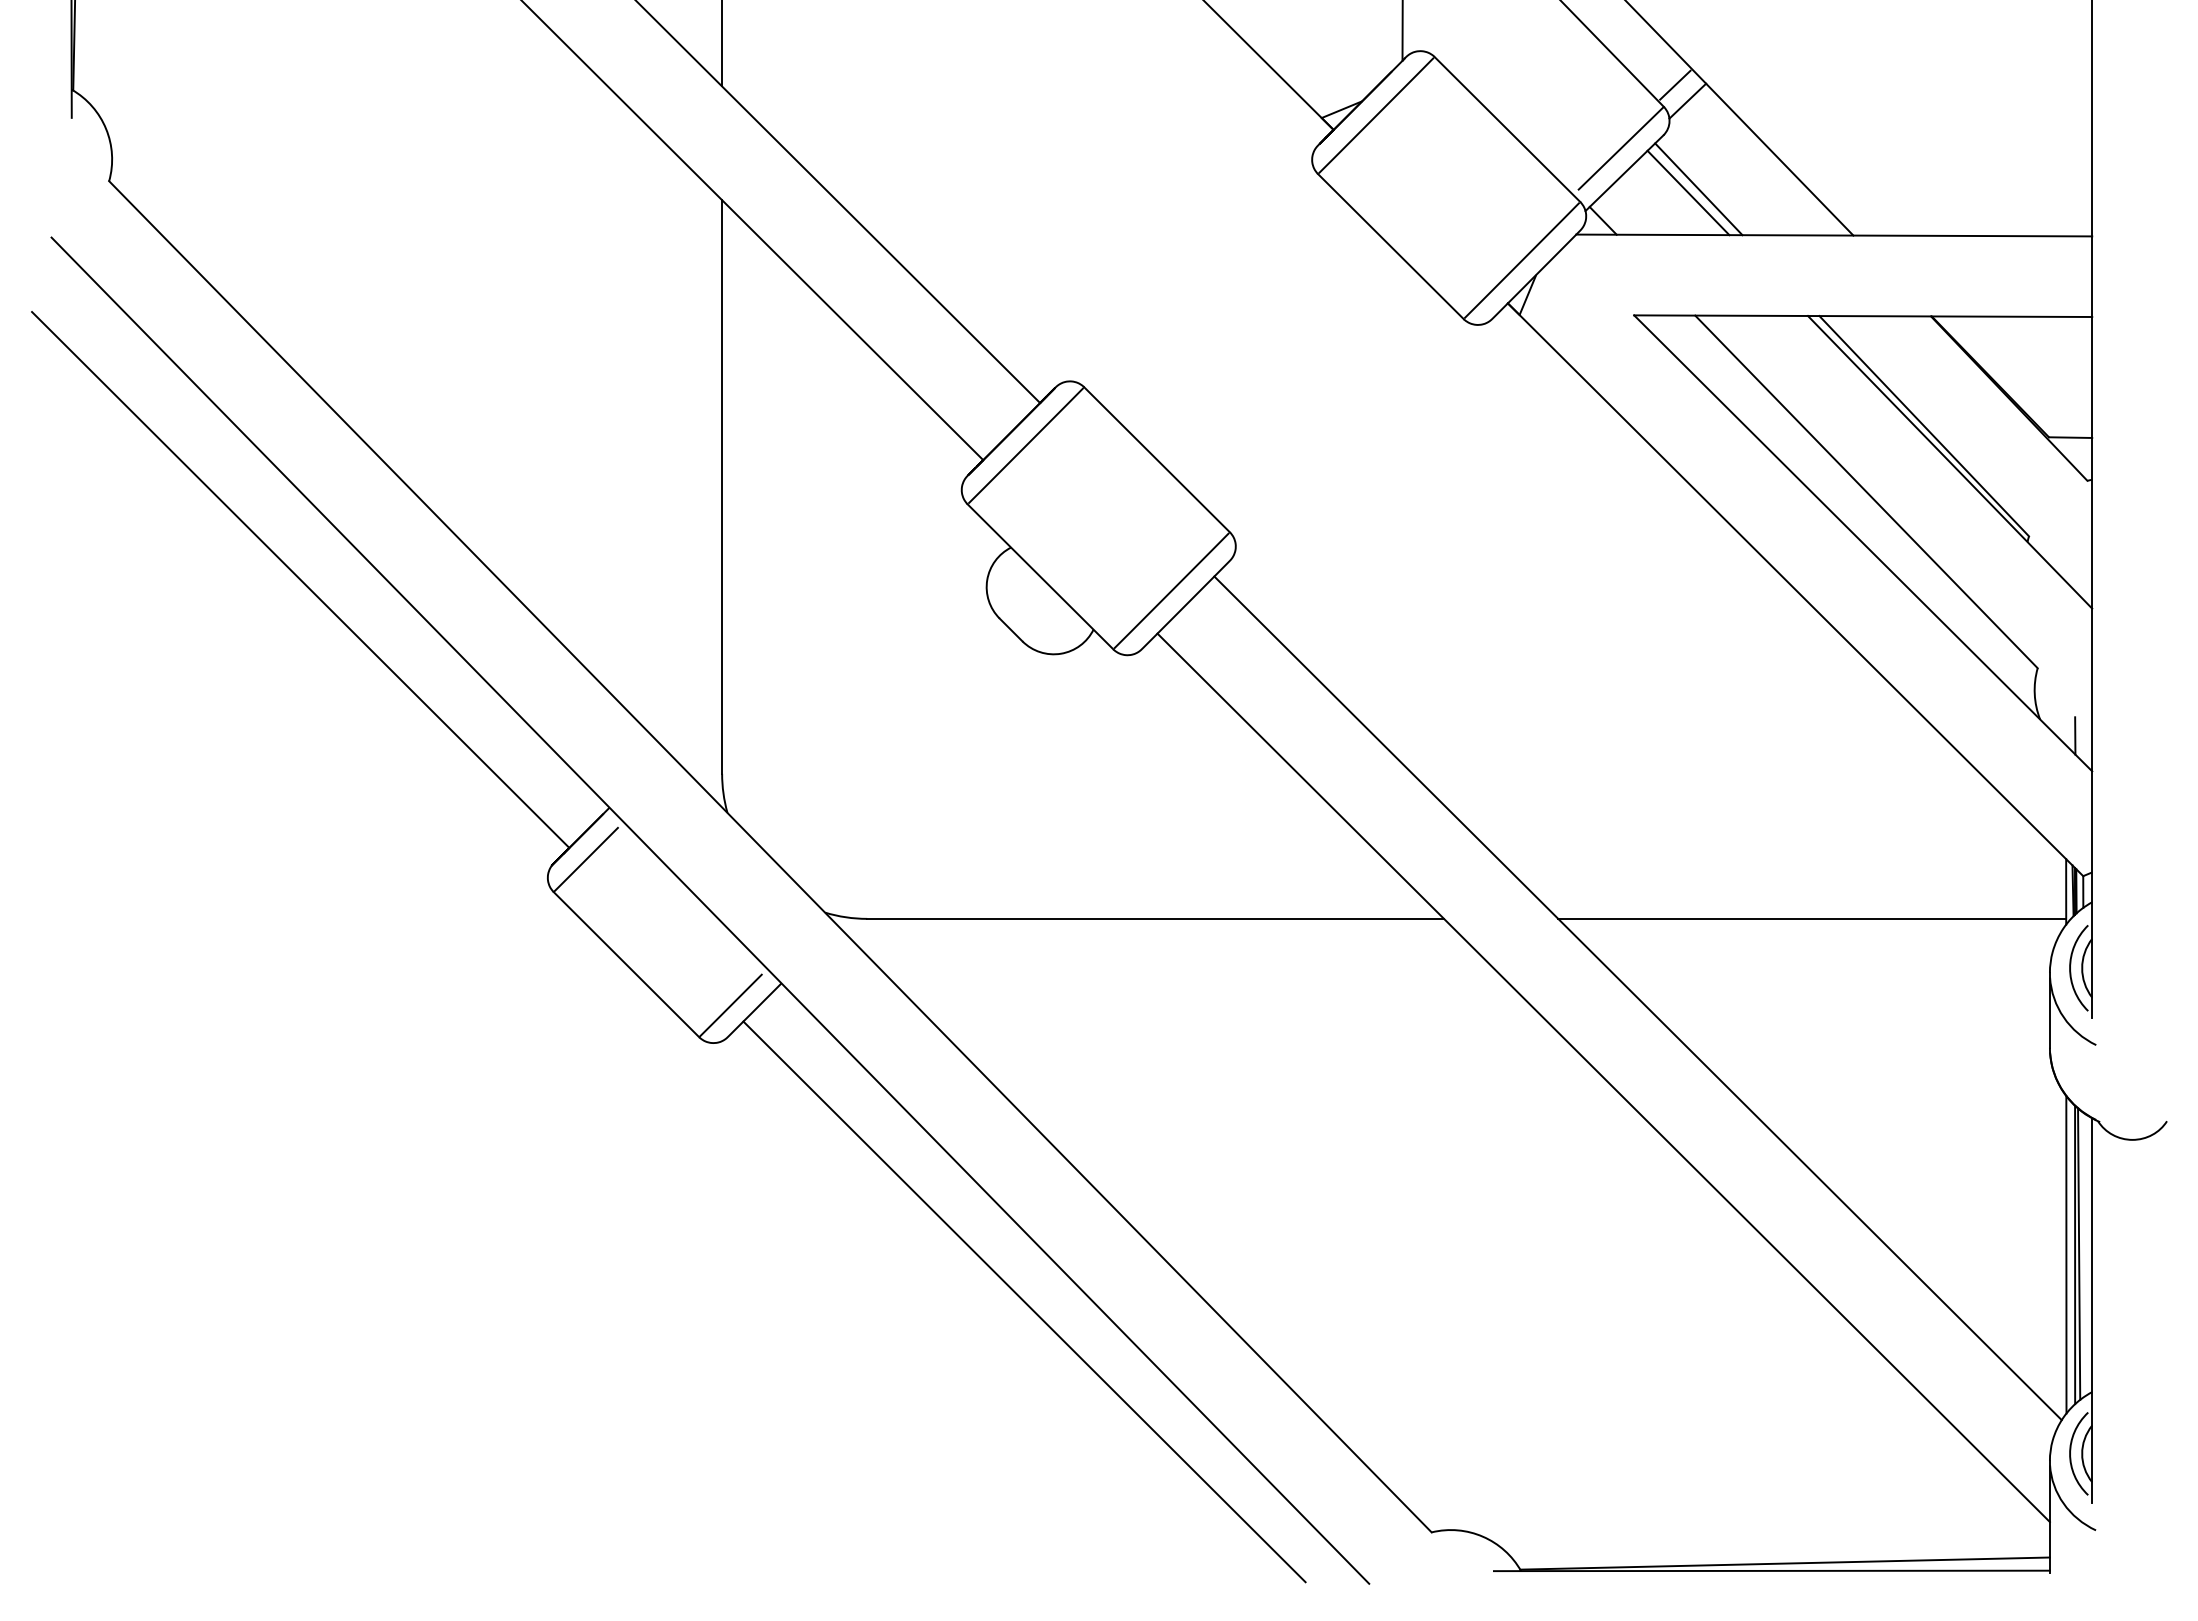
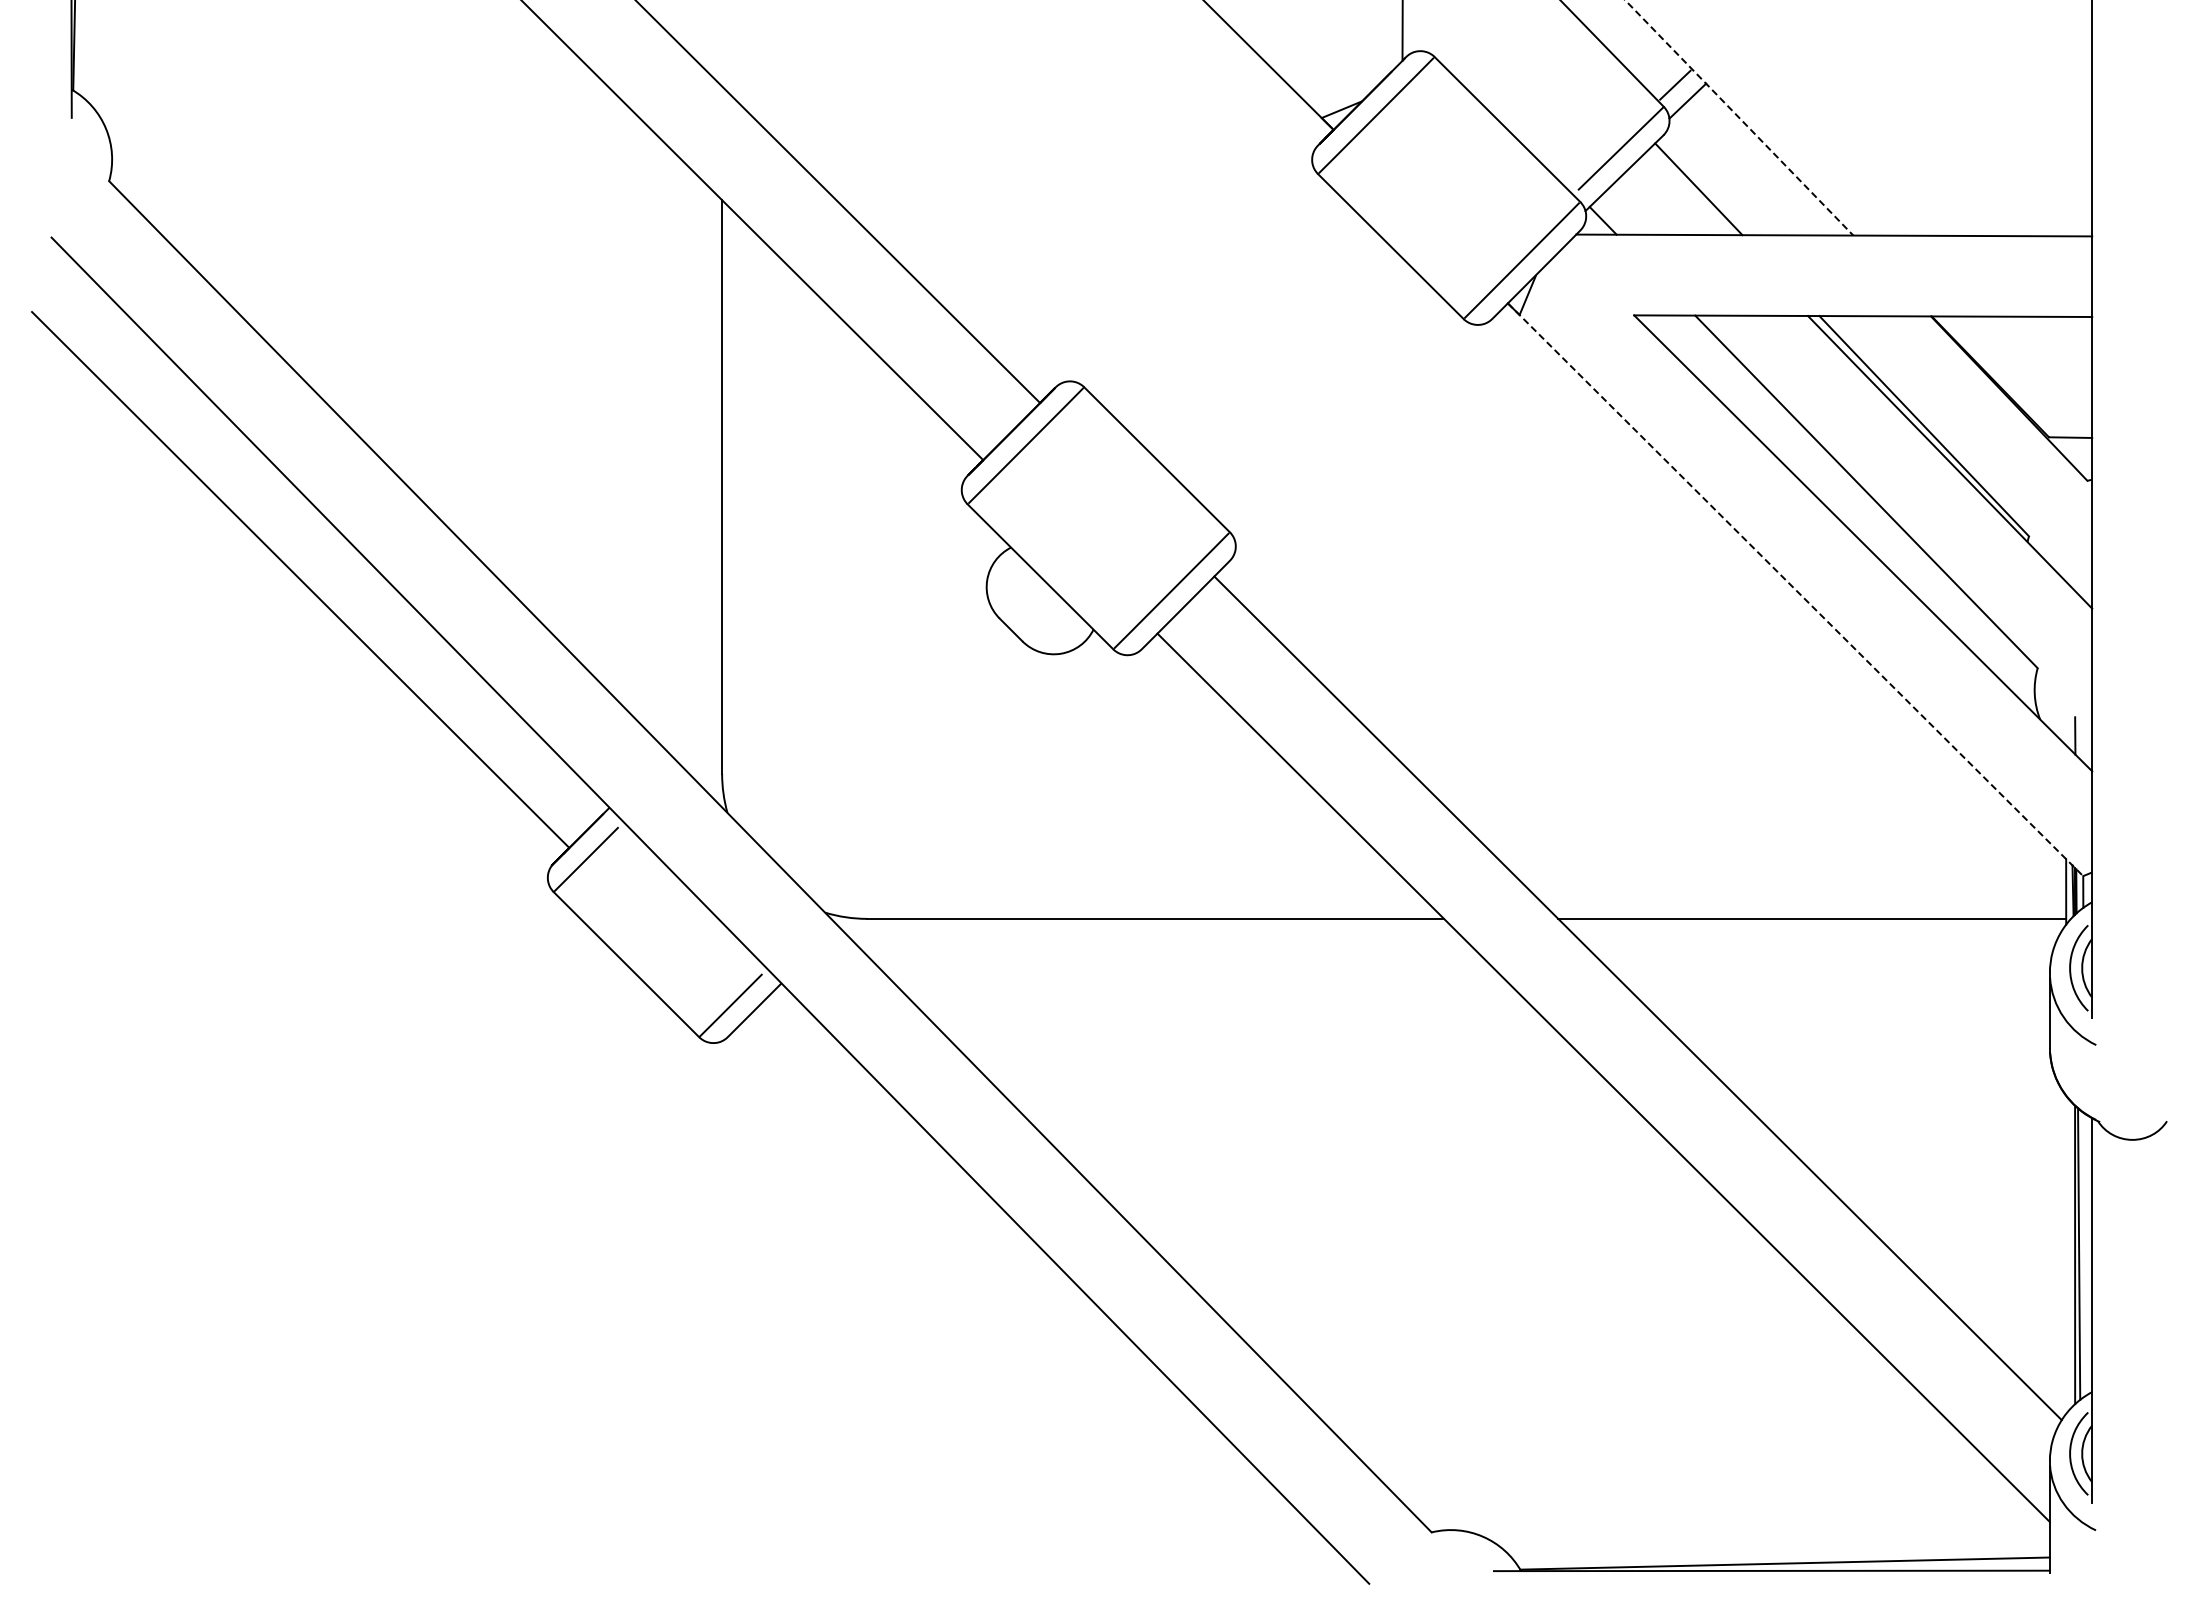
line at (722, 44): present -> none
line at (1739, 117): solid -> dashed
line at (1688, 192): present -> none
line at (1795, 589): solid -> dashed
line at (2066, 1254): present -> none
line at (1024, 1301): present -> none
